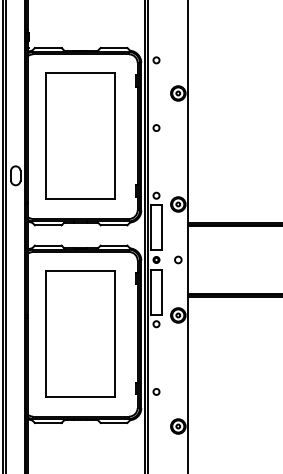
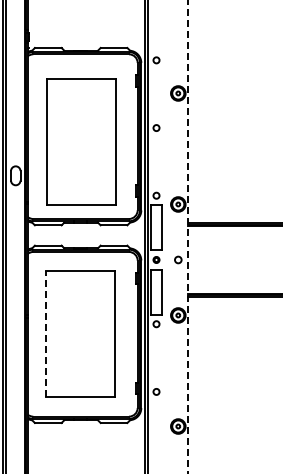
part at (80, 135) position: (80, 135) -> (81, 141)
line at (188, 236): solid -> dashed
line at (45, 333): solid -> dashed
